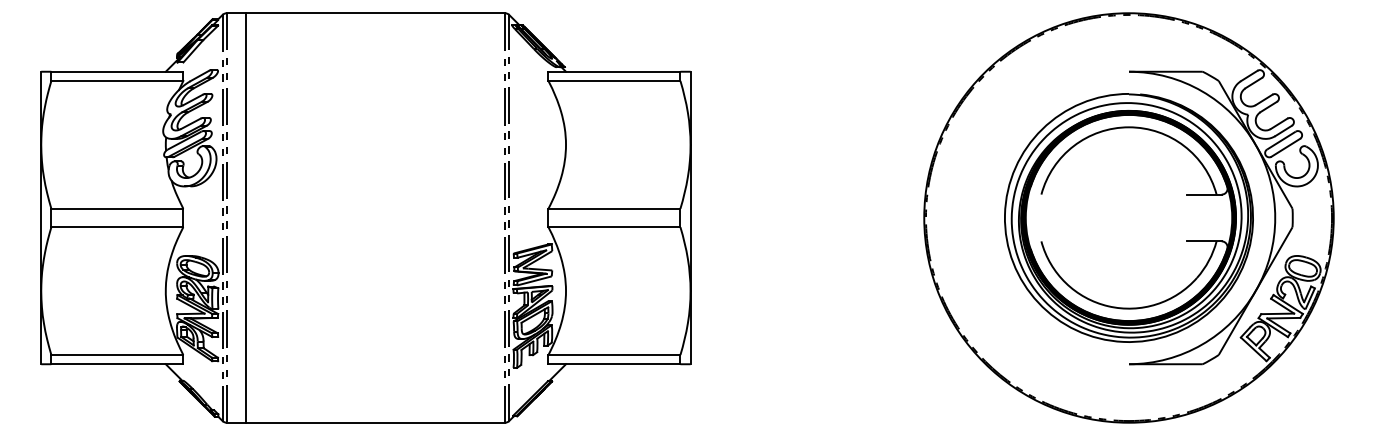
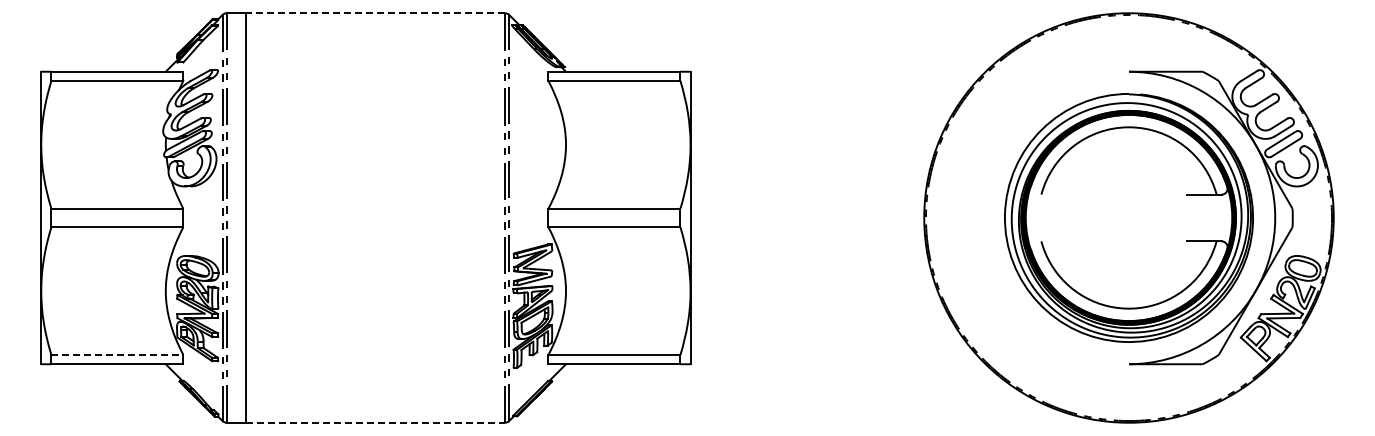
line at (375, 13): solid -> dashed
line at (117, 355): solid -> dashed
line at (375, 422): solid -> dashed
